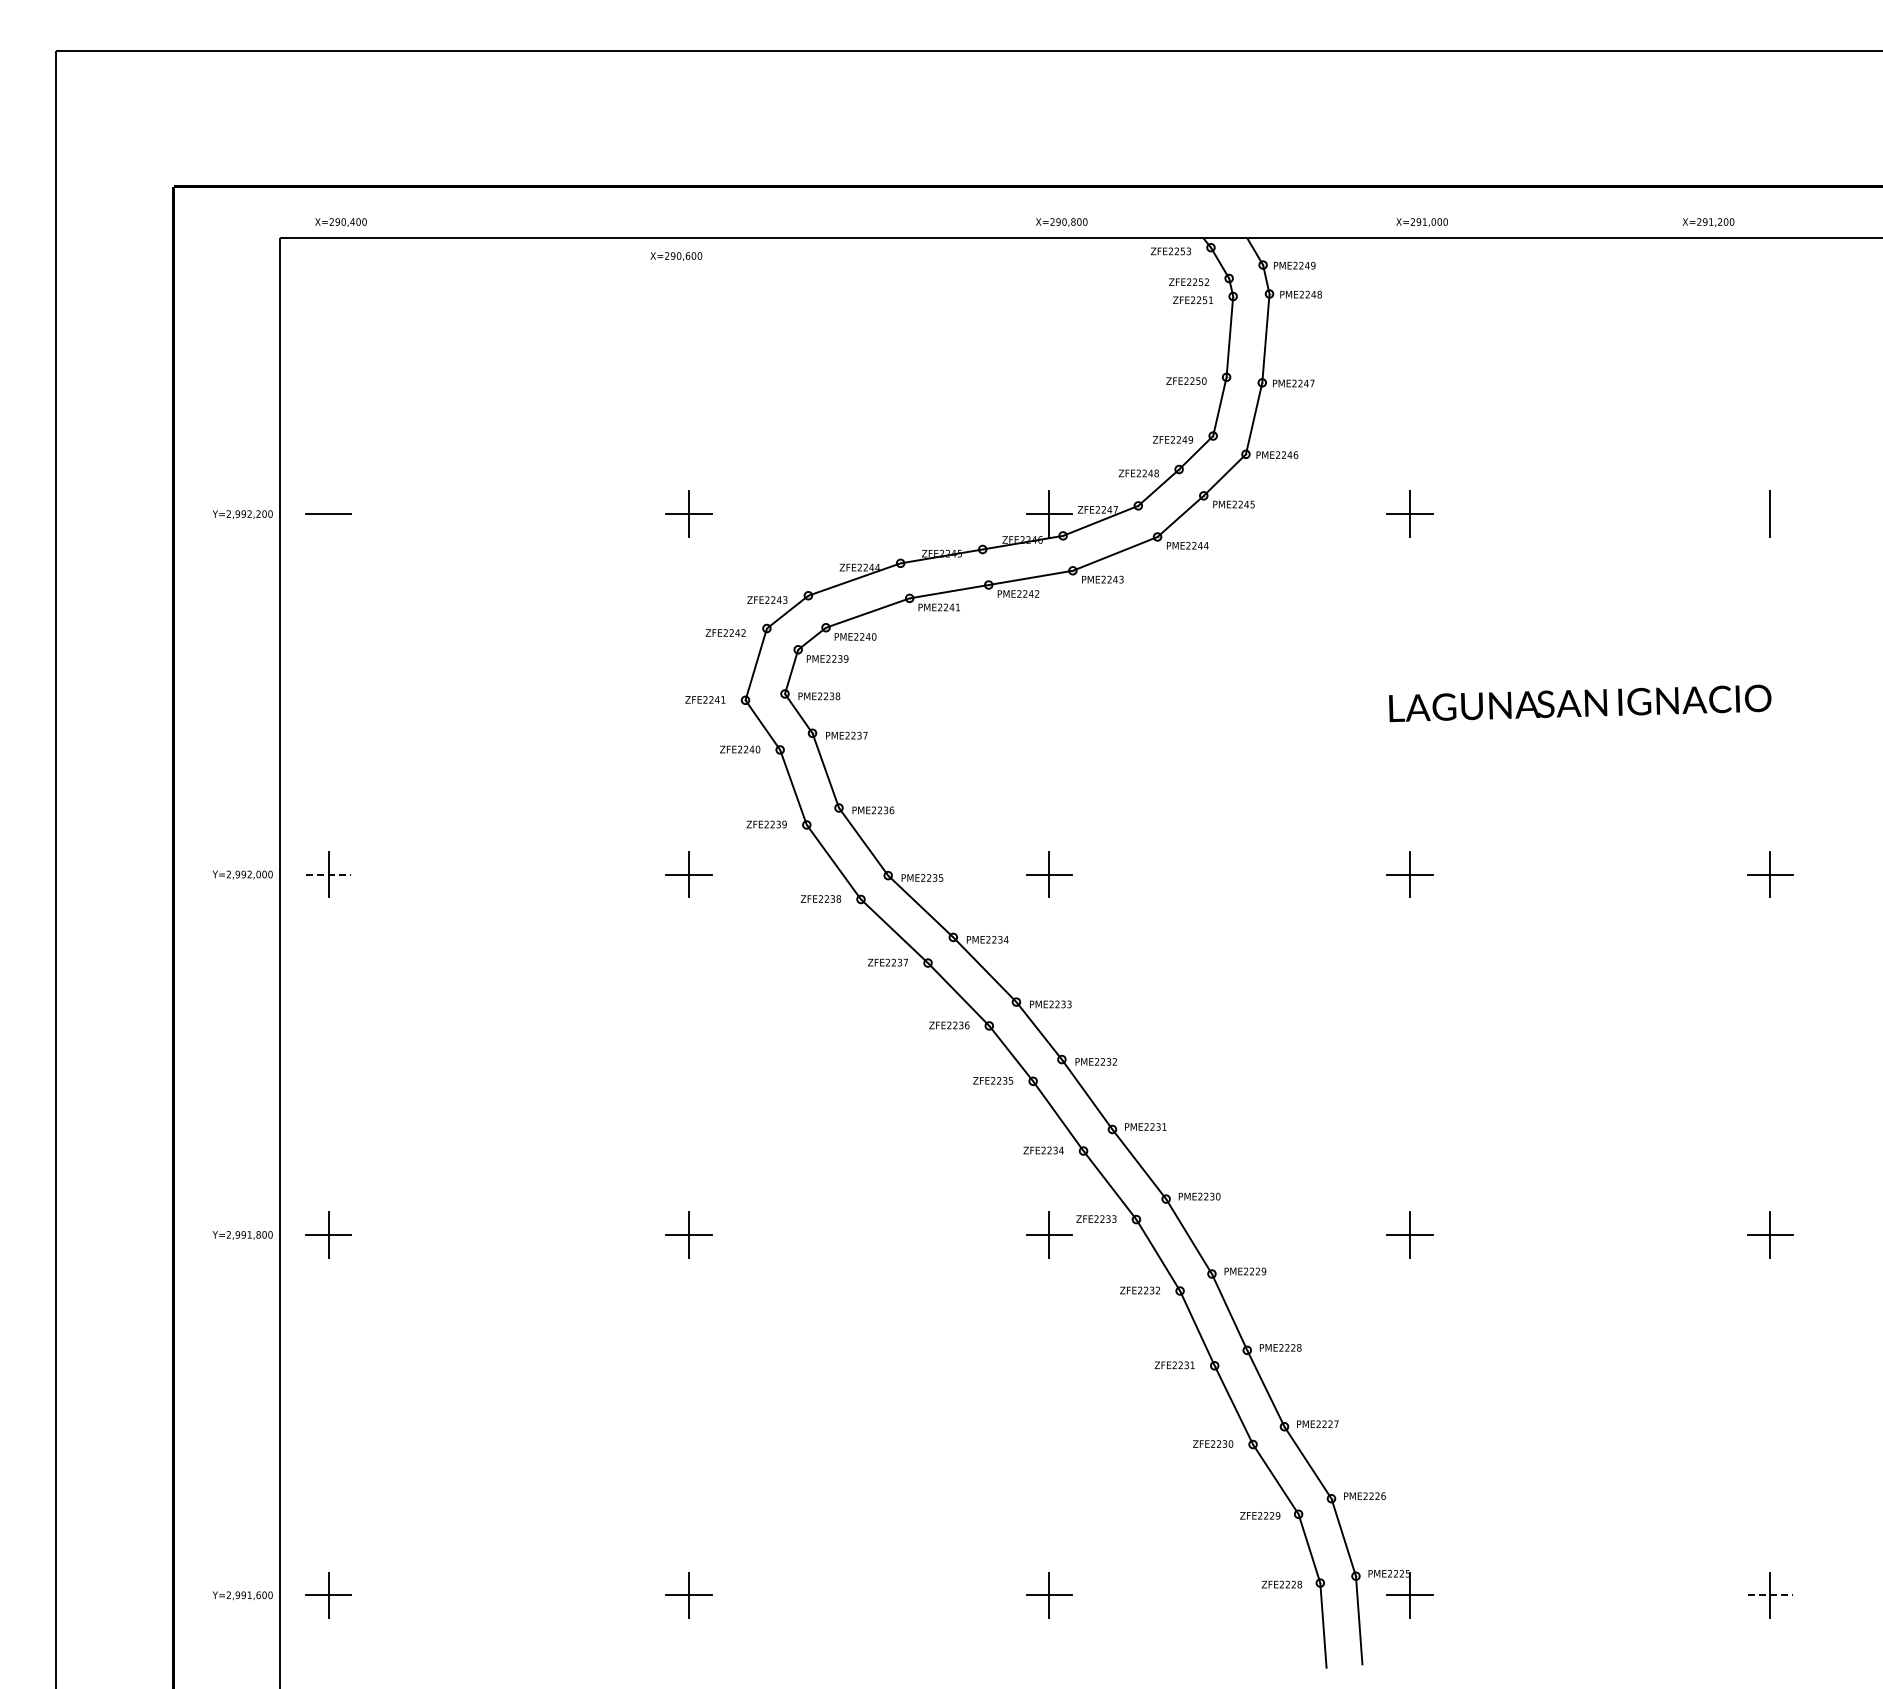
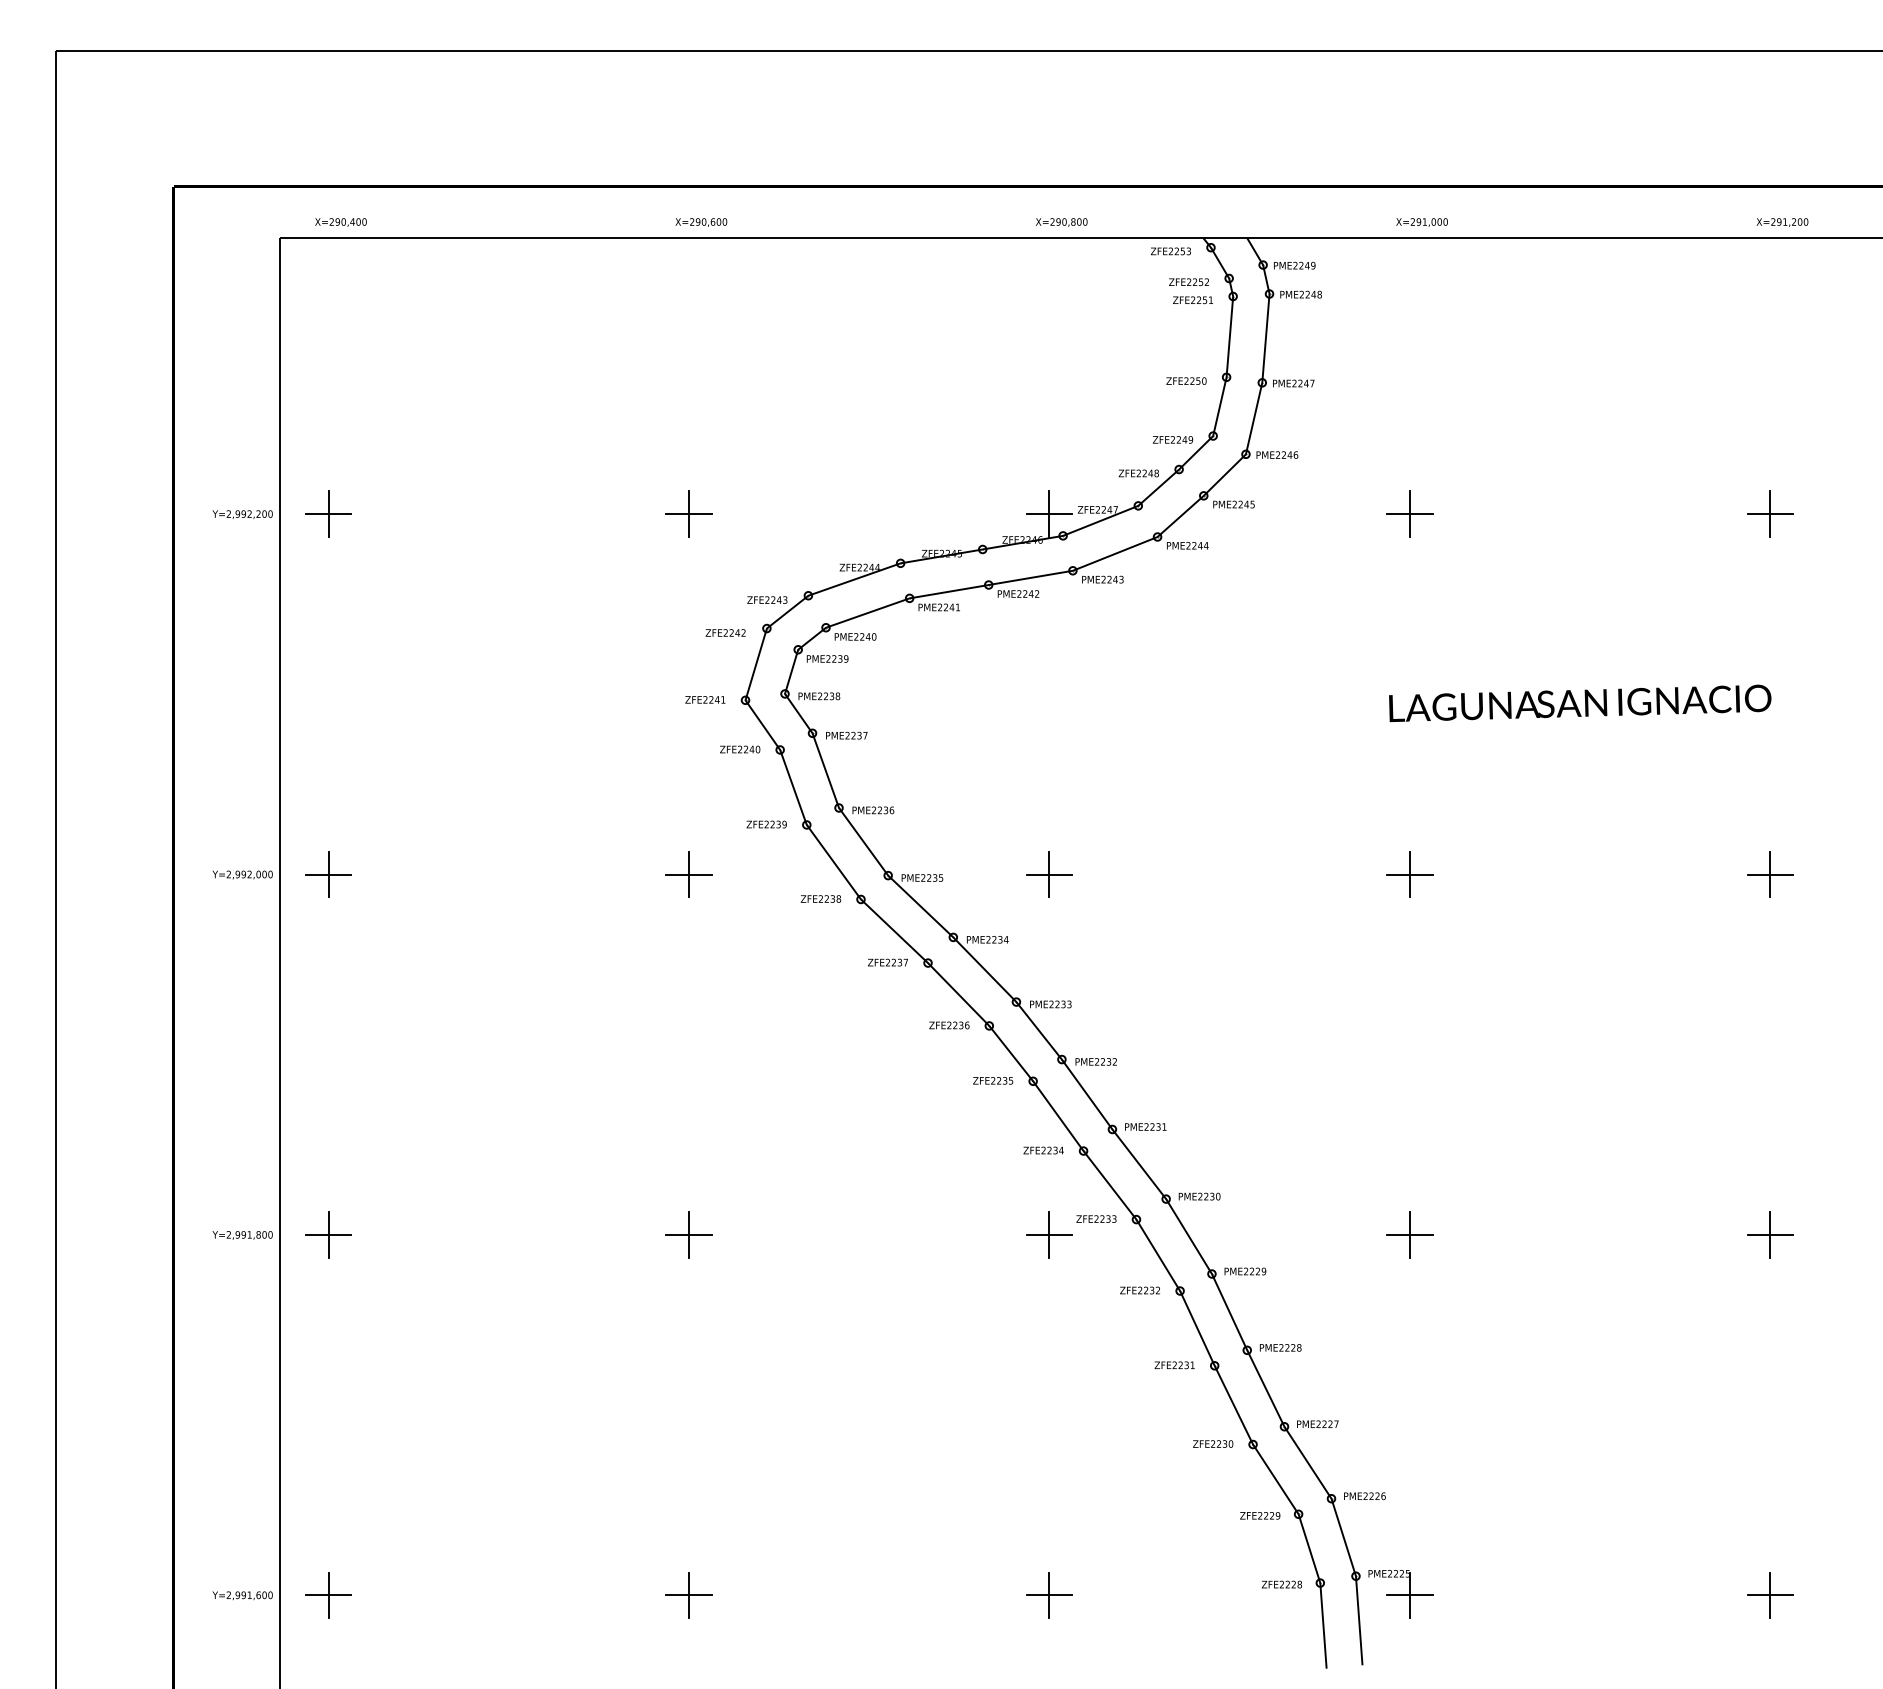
text at (1708, 222) position: (1708, 222) -> (1782, 222)
text at (676, 256) position: (676, 256) -> (701, 222)
line at (328, 513): none -> present
line at (1769, 514): none -> present
line at (328, 874): dashed -> solid
line at (1770, 1595): dashed -> solid
